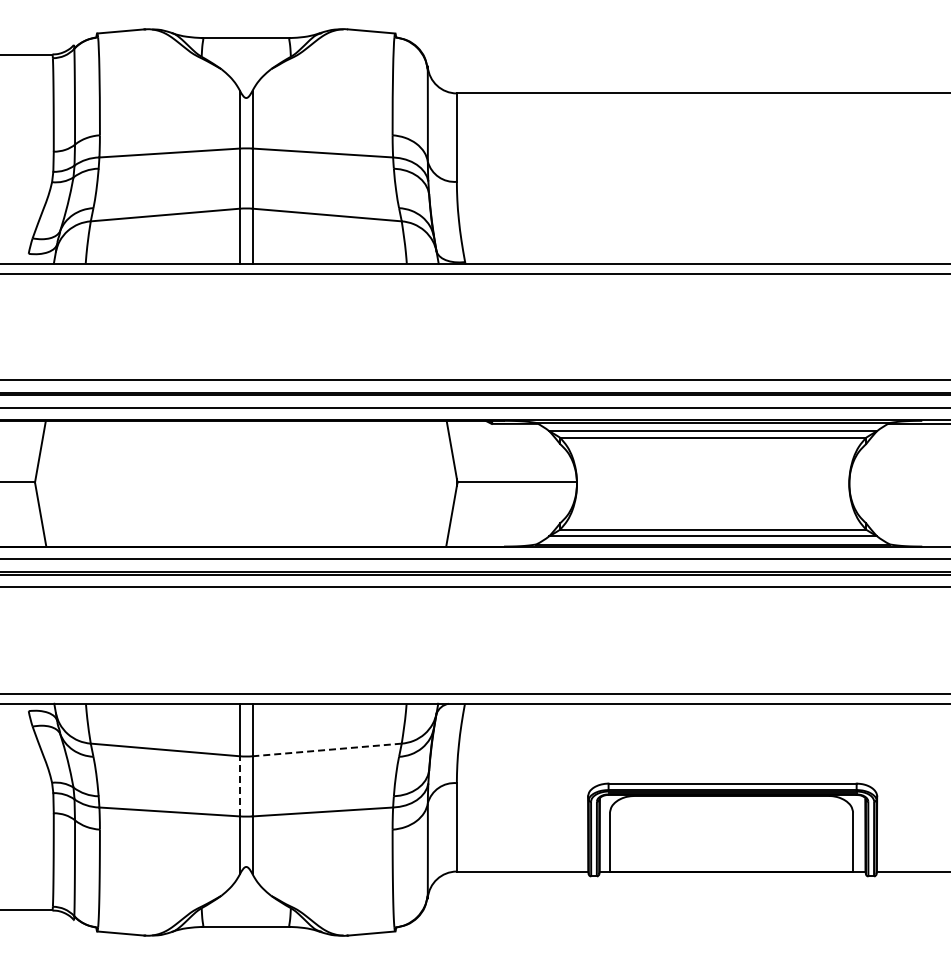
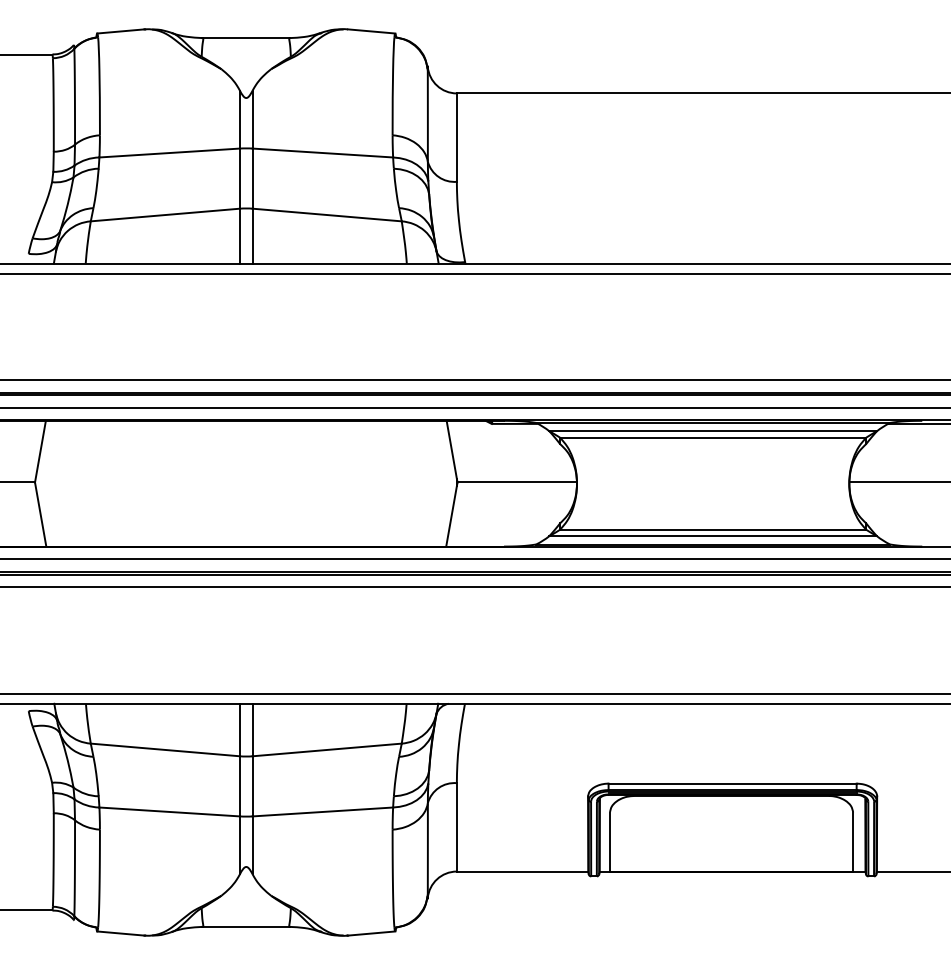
line at (898, 482): none -> present
line at (327, 749): dashed -> solid
line at (239, 785): dashed -> solid
